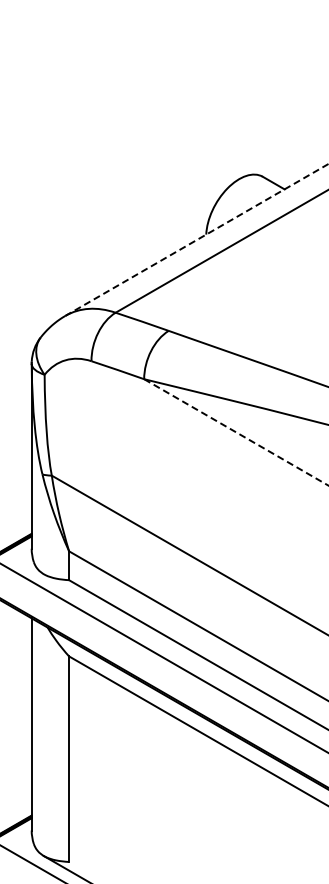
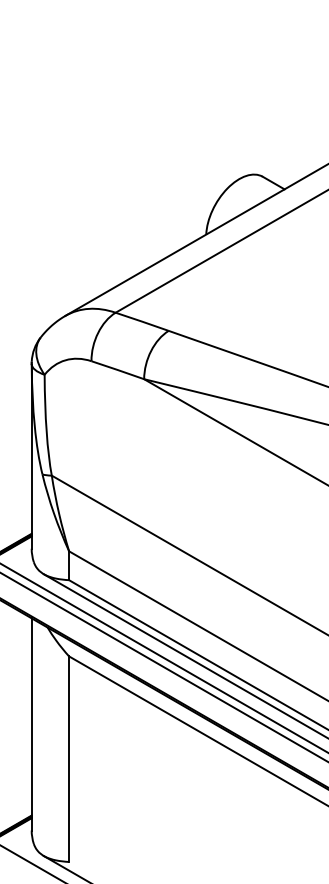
line at (196, 239): dashed -> solid
line at (236, 432): dashed -> solid
line at (184, 655): none -> present
line at (163, 666): none -> present
